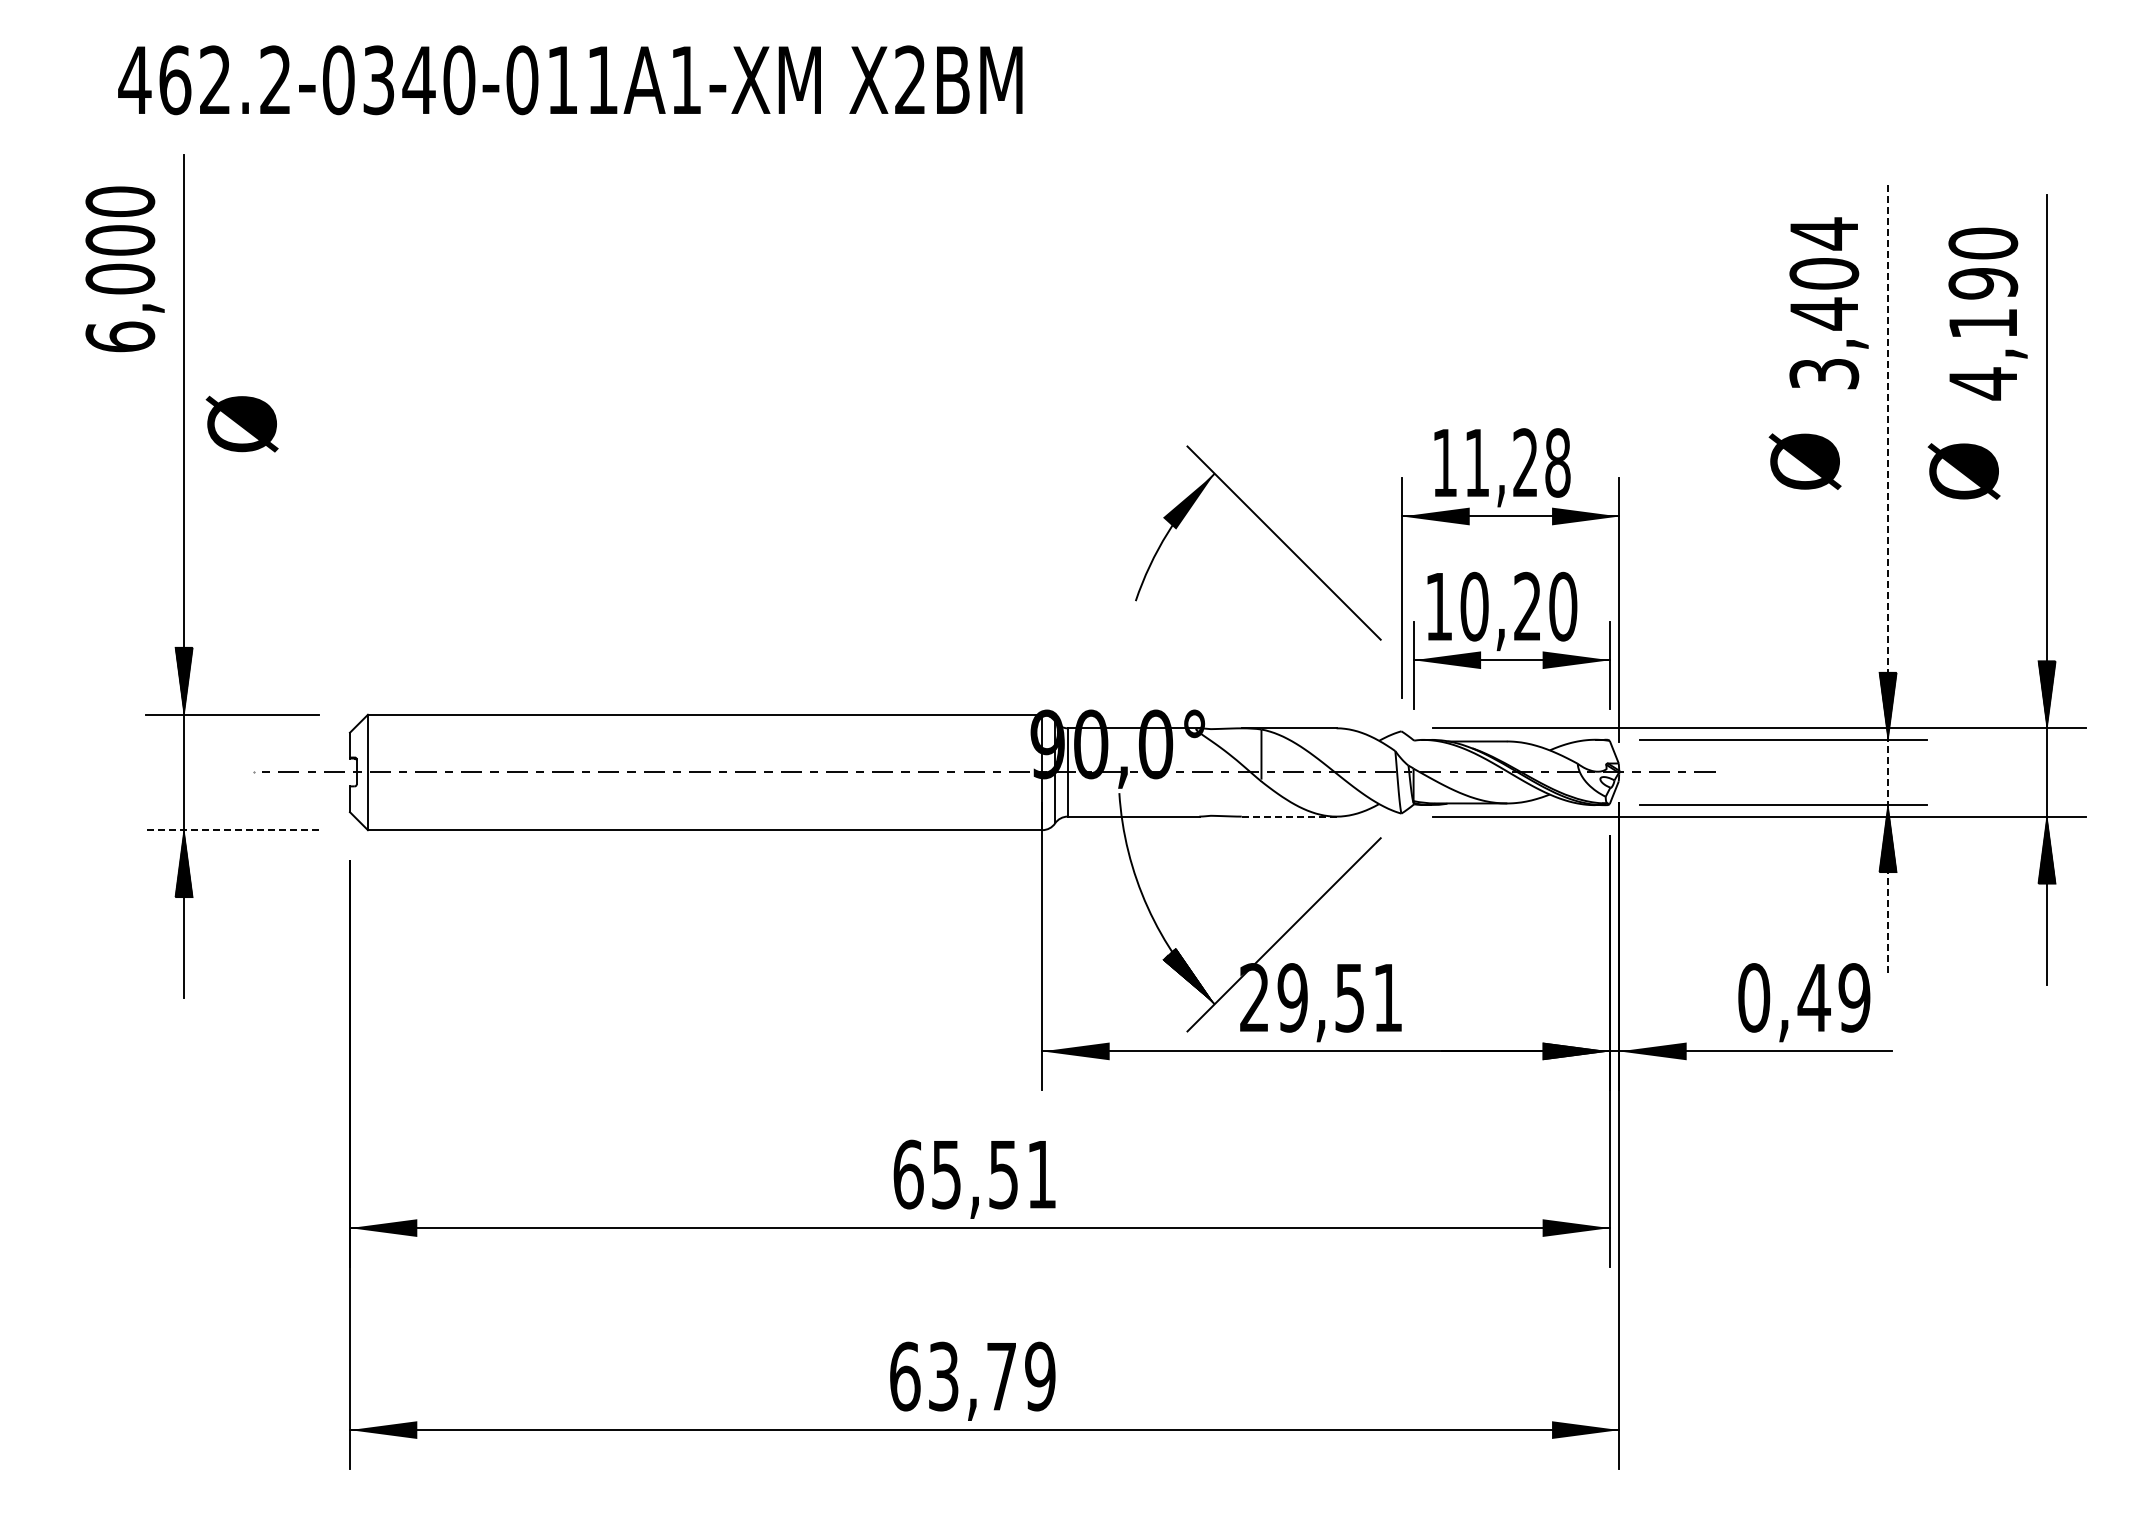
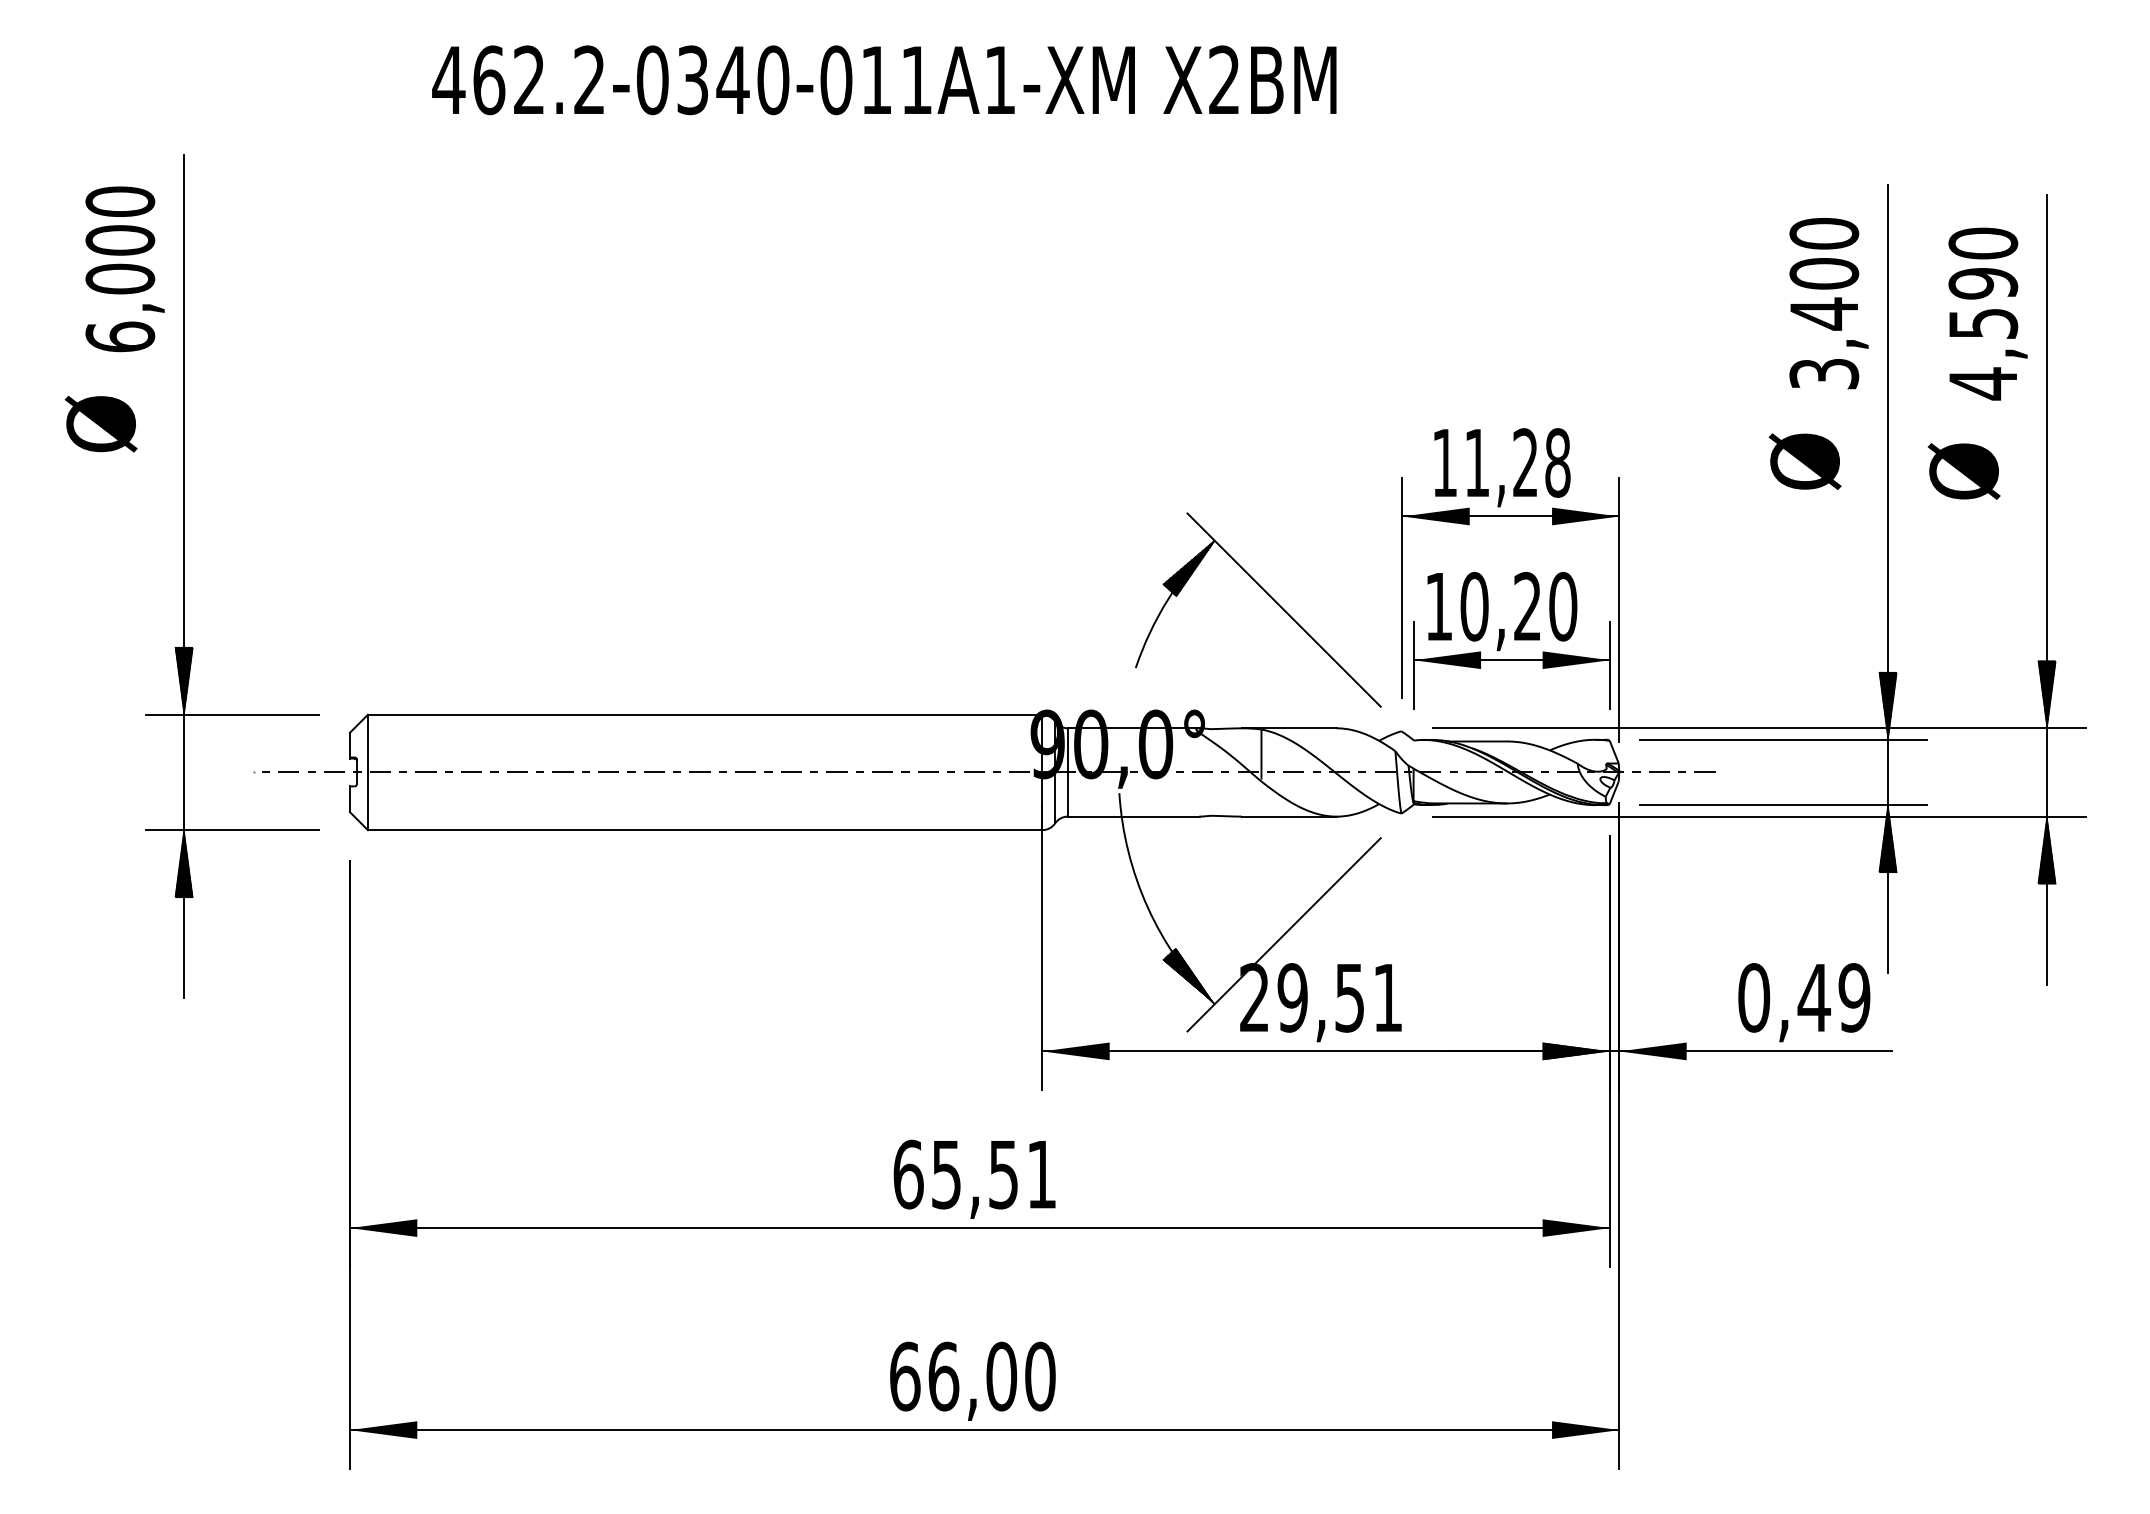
text at (570, 80) position: (570, 80) -> (884, 80)
text at (1824, 233): 3,404 -> 3,400
text at (1983, 323): 4,190 -> 4,590
text at (241, 423) position: (241, 423) -> (100, 423)
part at (1270, 530) position: (1270, 530) -> (1270, 597)
line at (1888, 579): dashed -> solid
line at (1289, 816): dashed -> solid
line at (232, 830): dashed -> solid
text at (991, 1376): 63,79 -> 66,00
